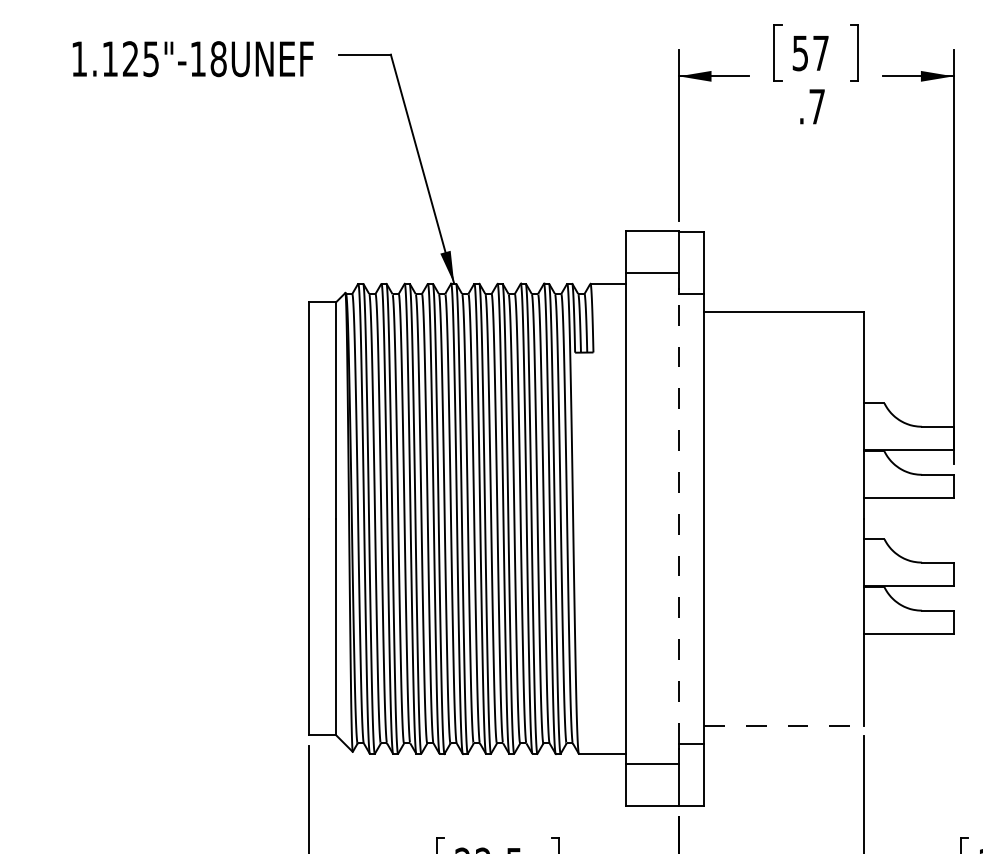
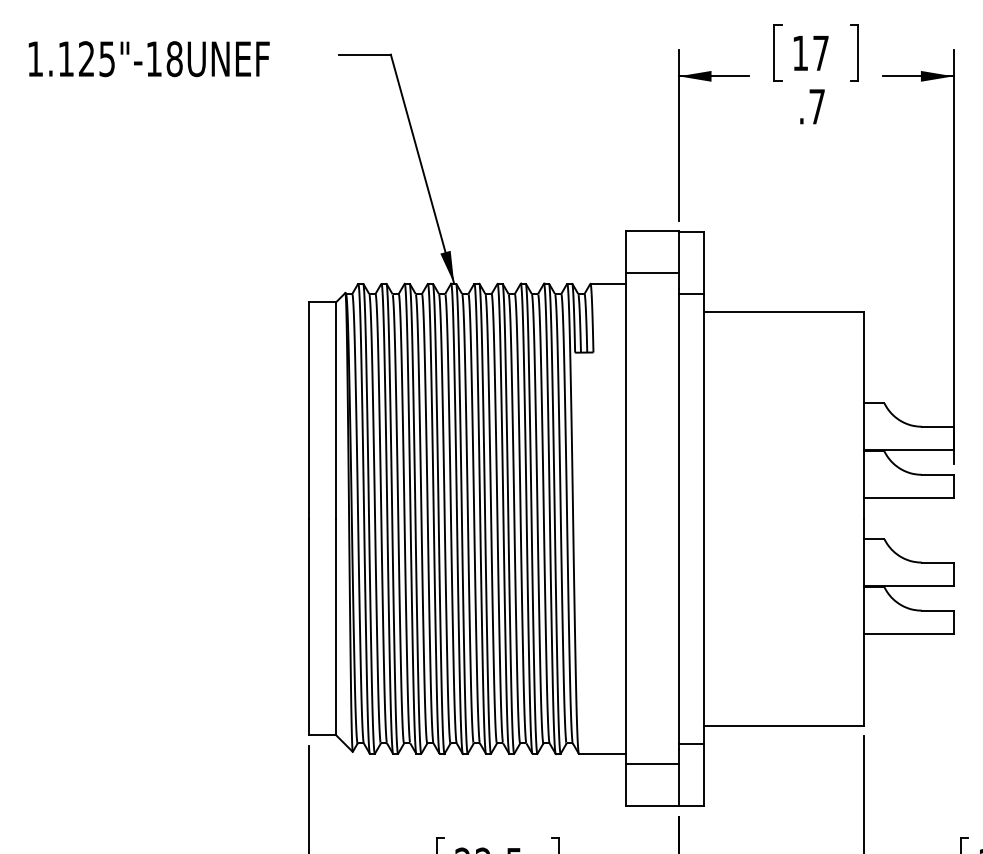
text at (799, 53): 57 -> 17
text at (192, 59) position: (192, 59) -> (148, 59)
line at (678, 518): dashed -> solid
line at (784, 725): dashed -> solid
